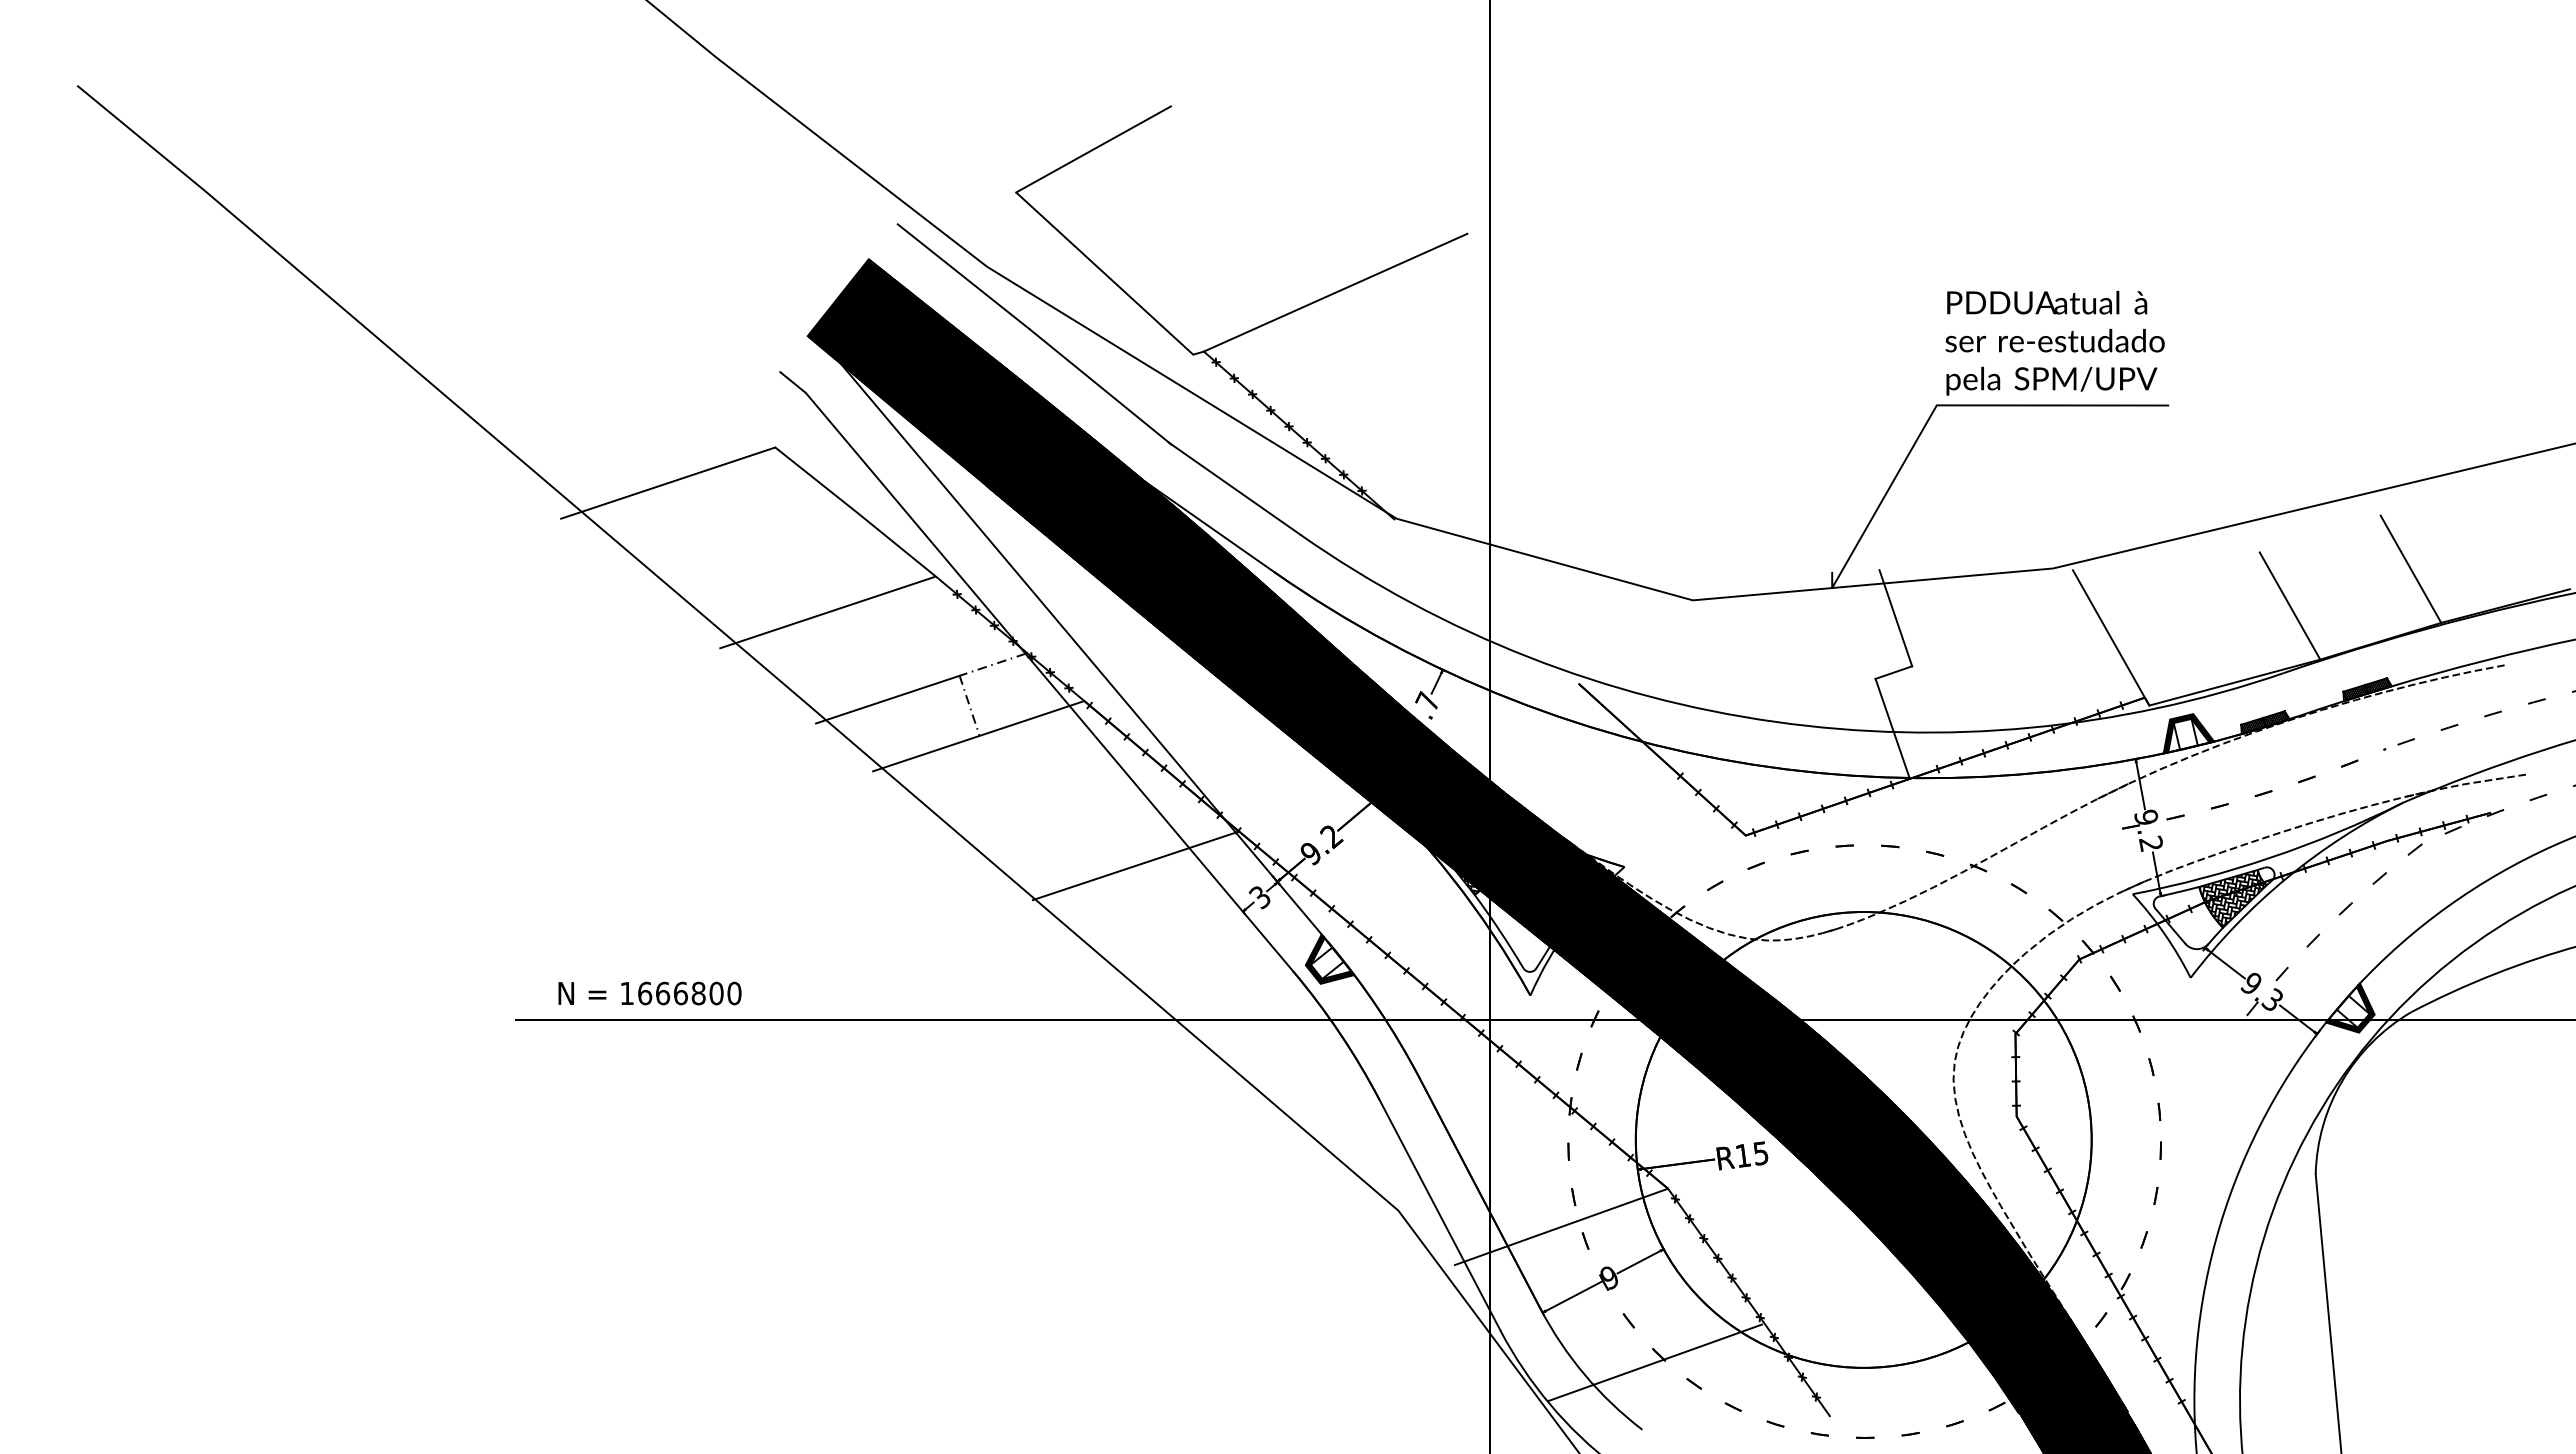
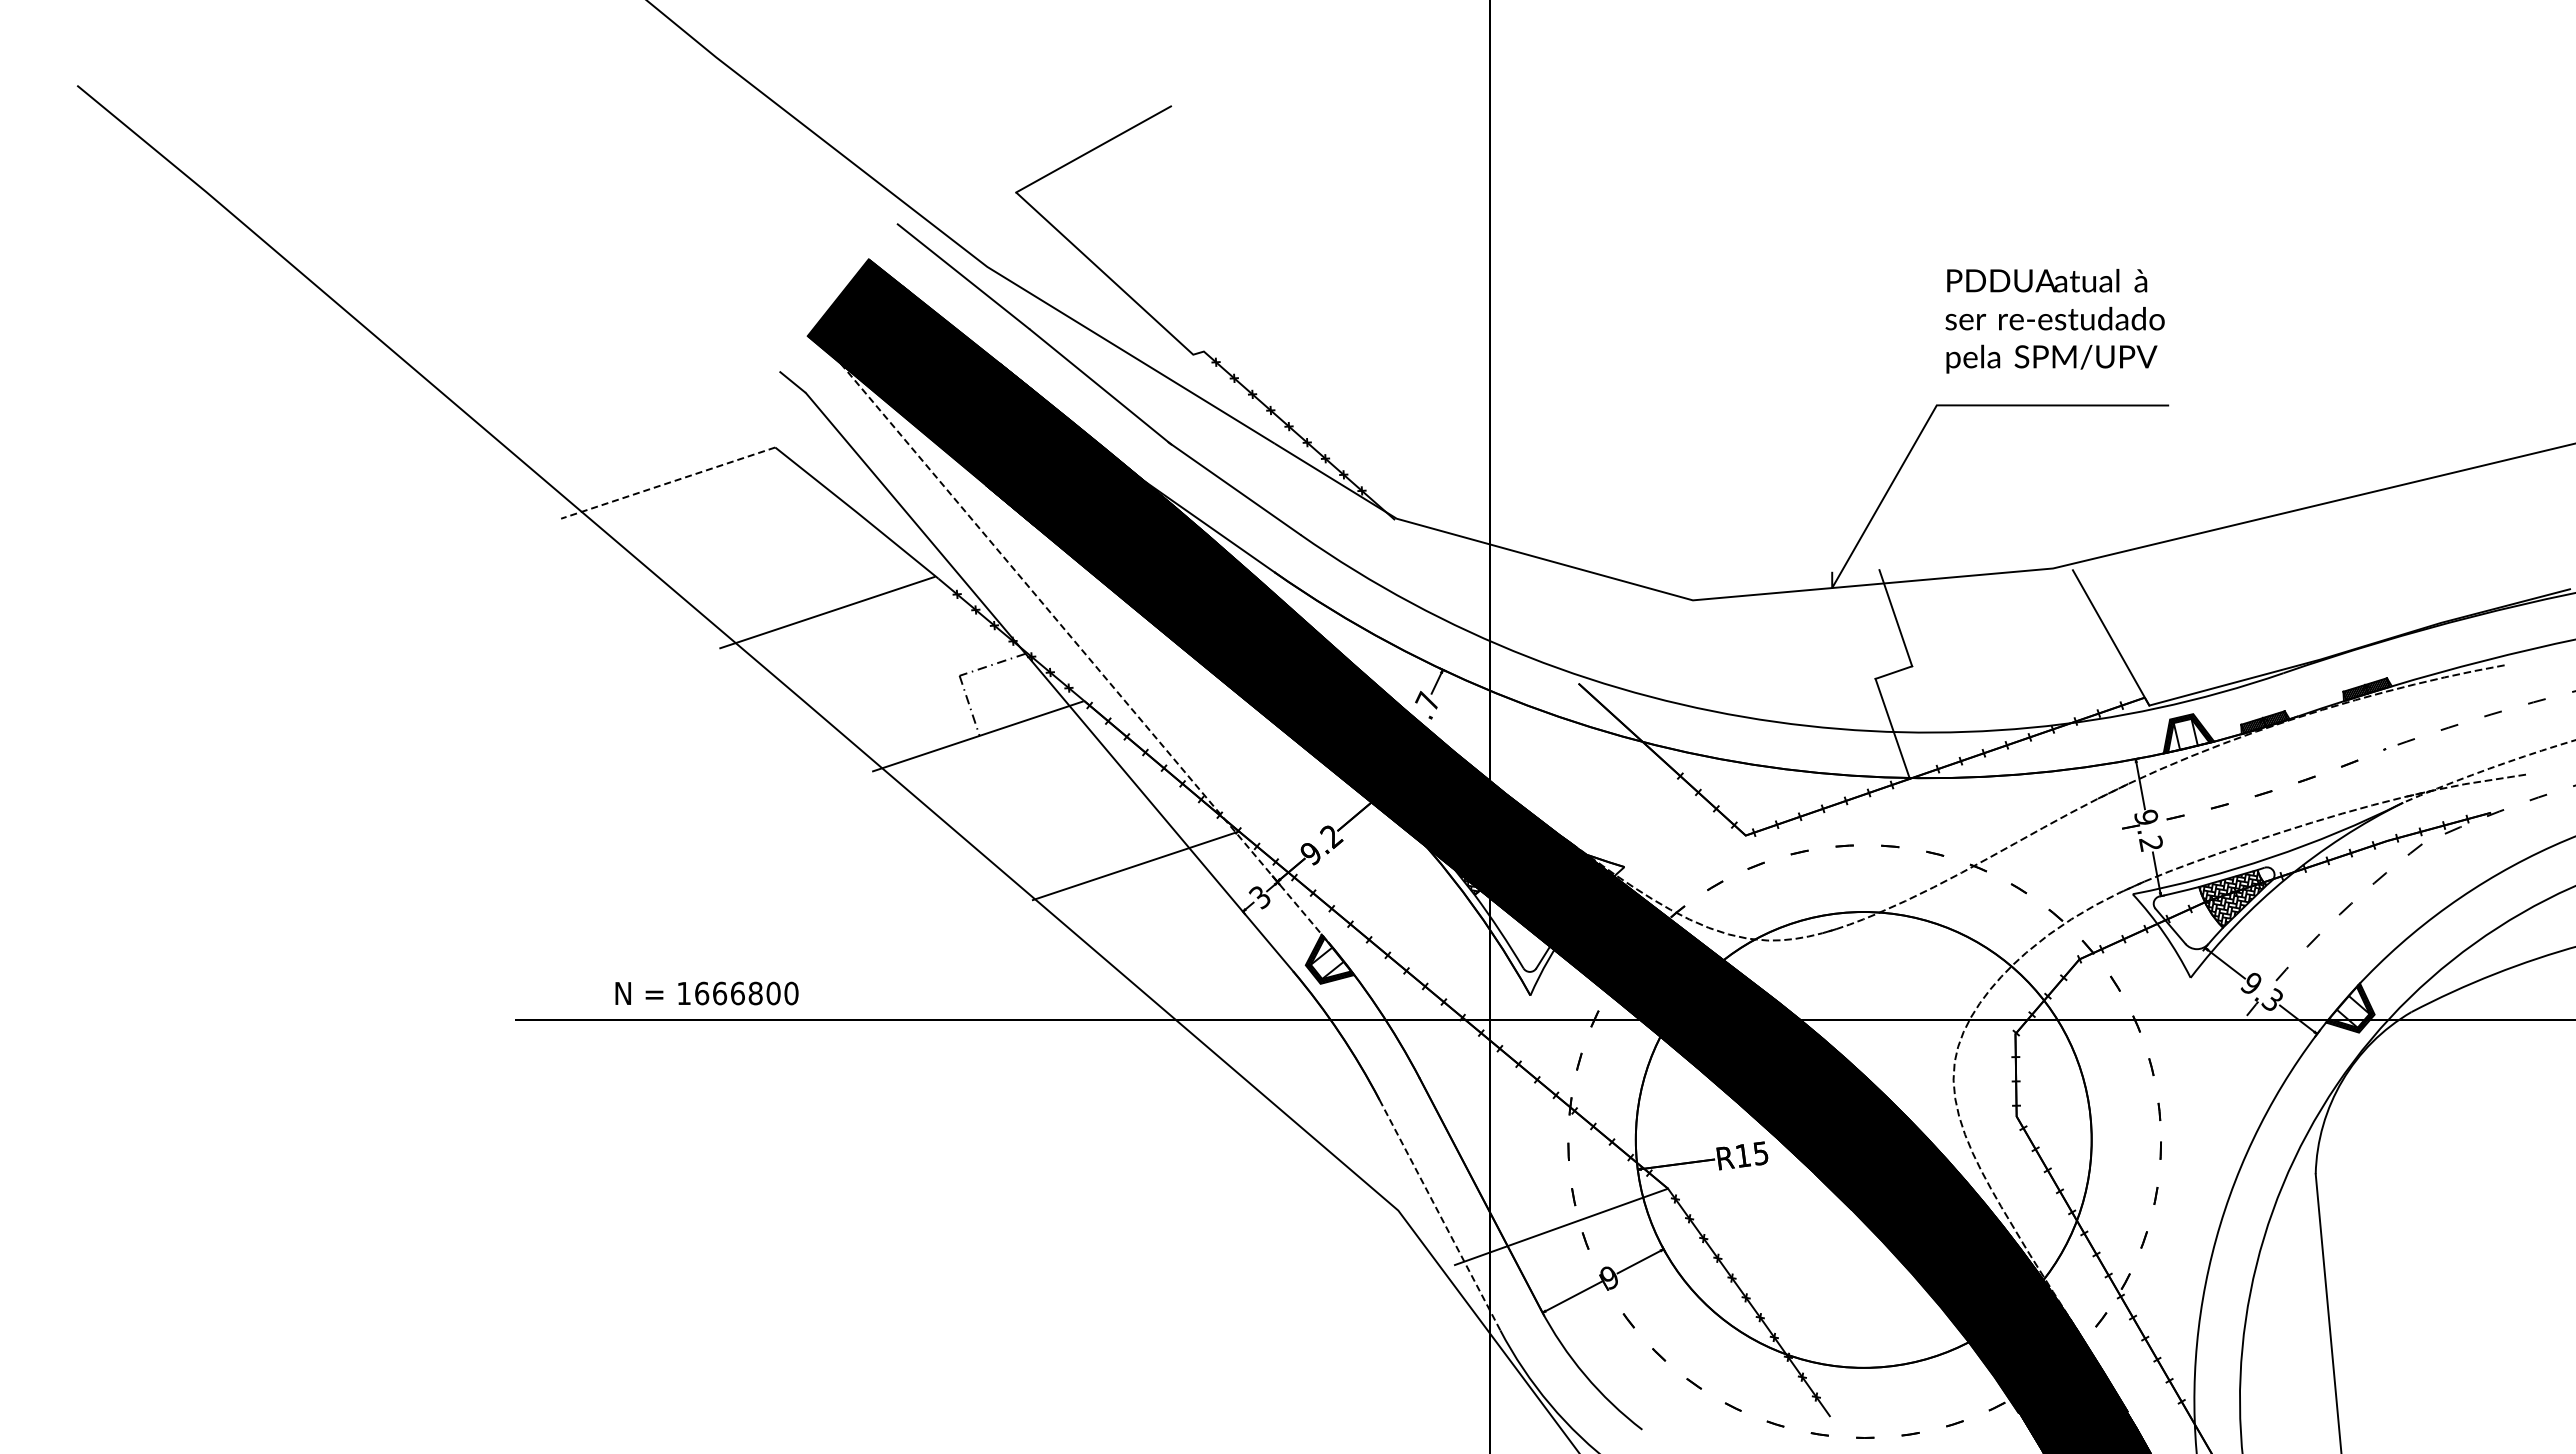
line at (1335, 292): present -> none
text at (2054, 343) position: (2054, 343) -> (2054, 321)
line at (668, 483): solid -> dashed
line at (2410, 568): present -> none
line at (2289, 605): present -> none
line at (1084, 653): solid -> dashed
line at (887, 699): present -> none
arc at (2487, 769): solid -> dashed
text at (649, 993) position: (649, 993) -> (706, 993)
line at (1440, 1215): solid -> dashed
line at (1655, 1362): present -> none
